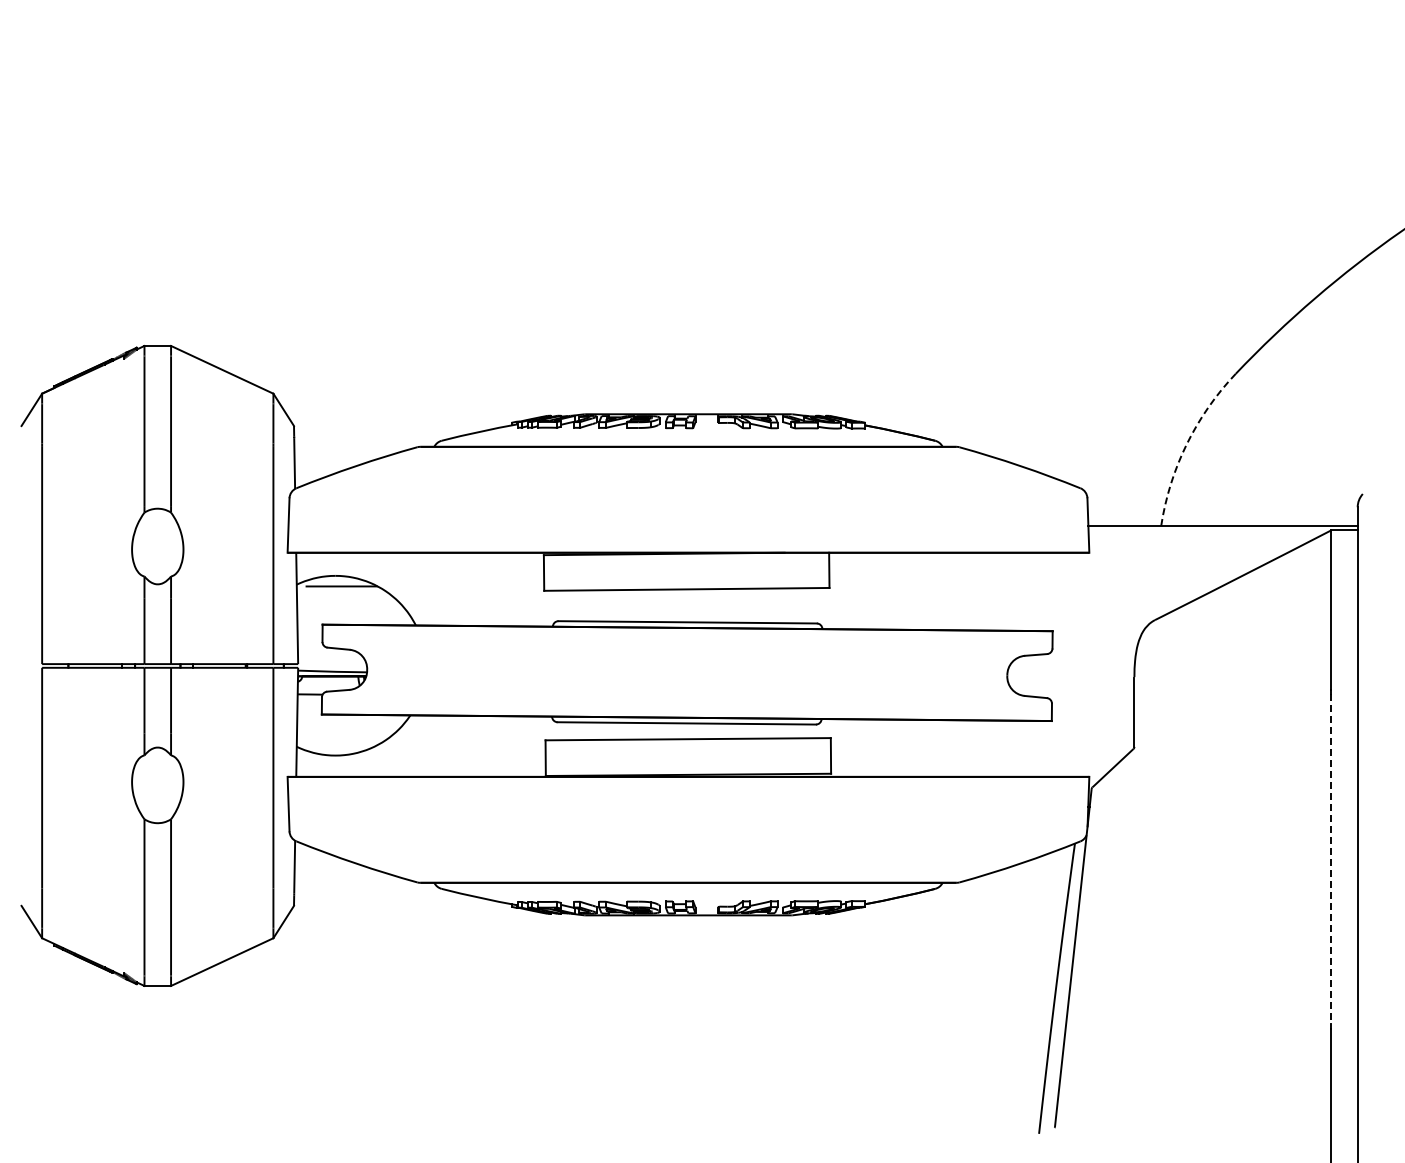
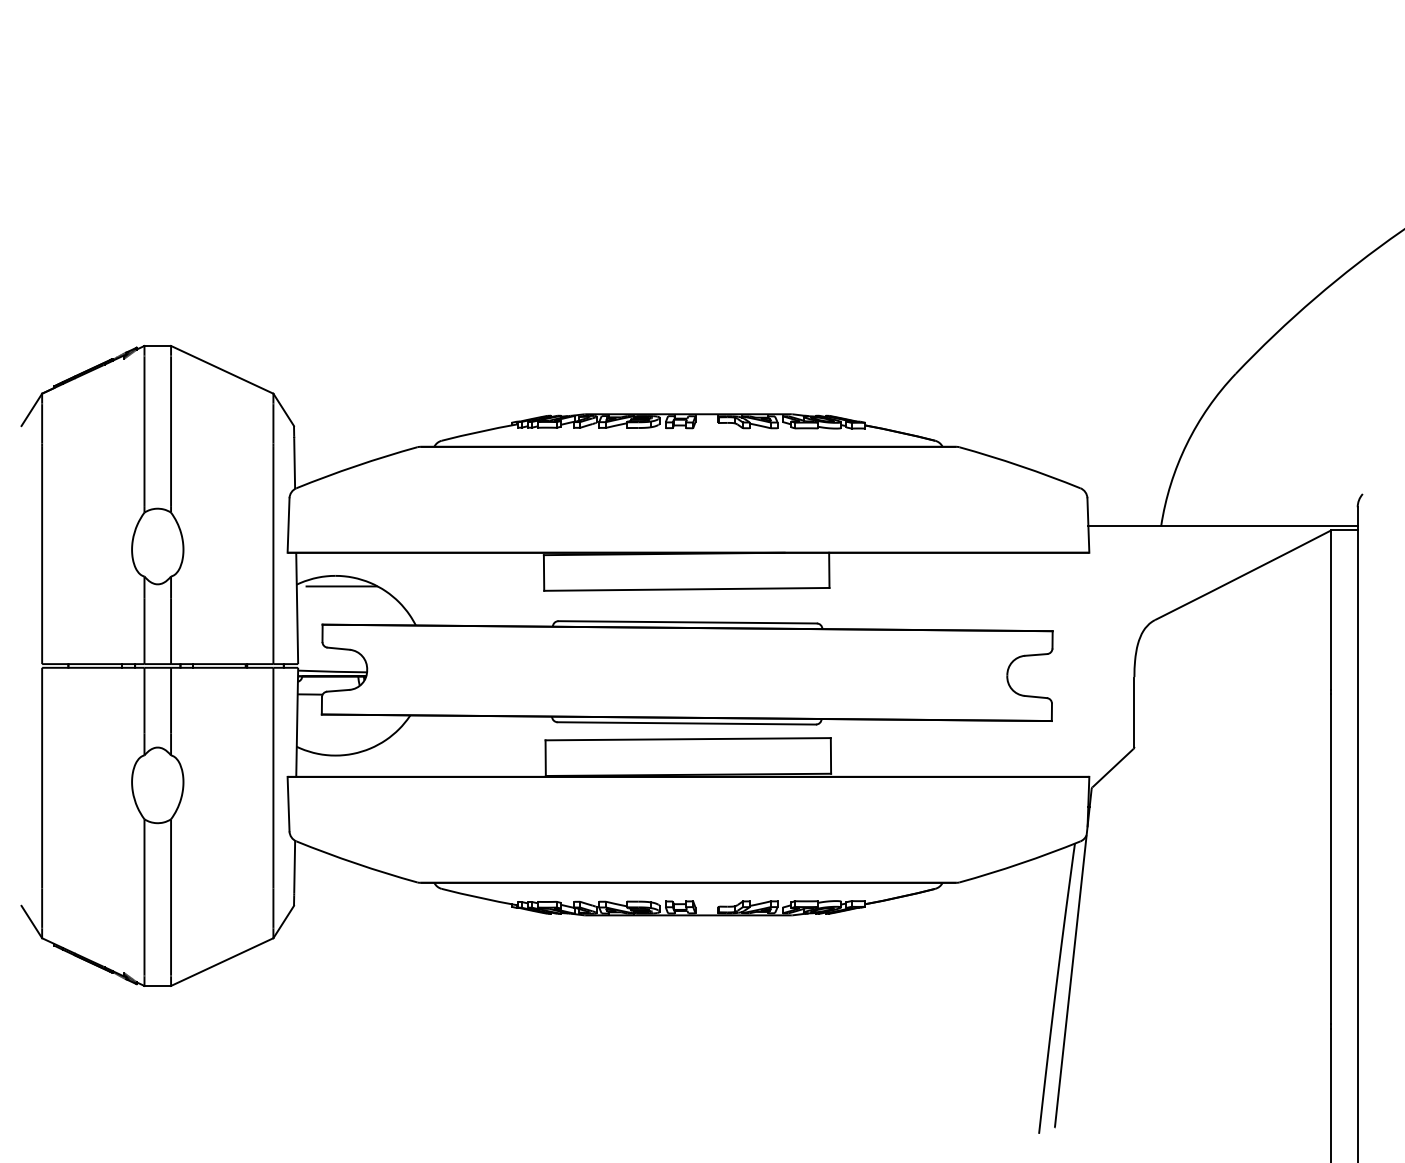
arc at (1186, 444): dashed -> solid
line at (1331, 858): dashed -> solid
